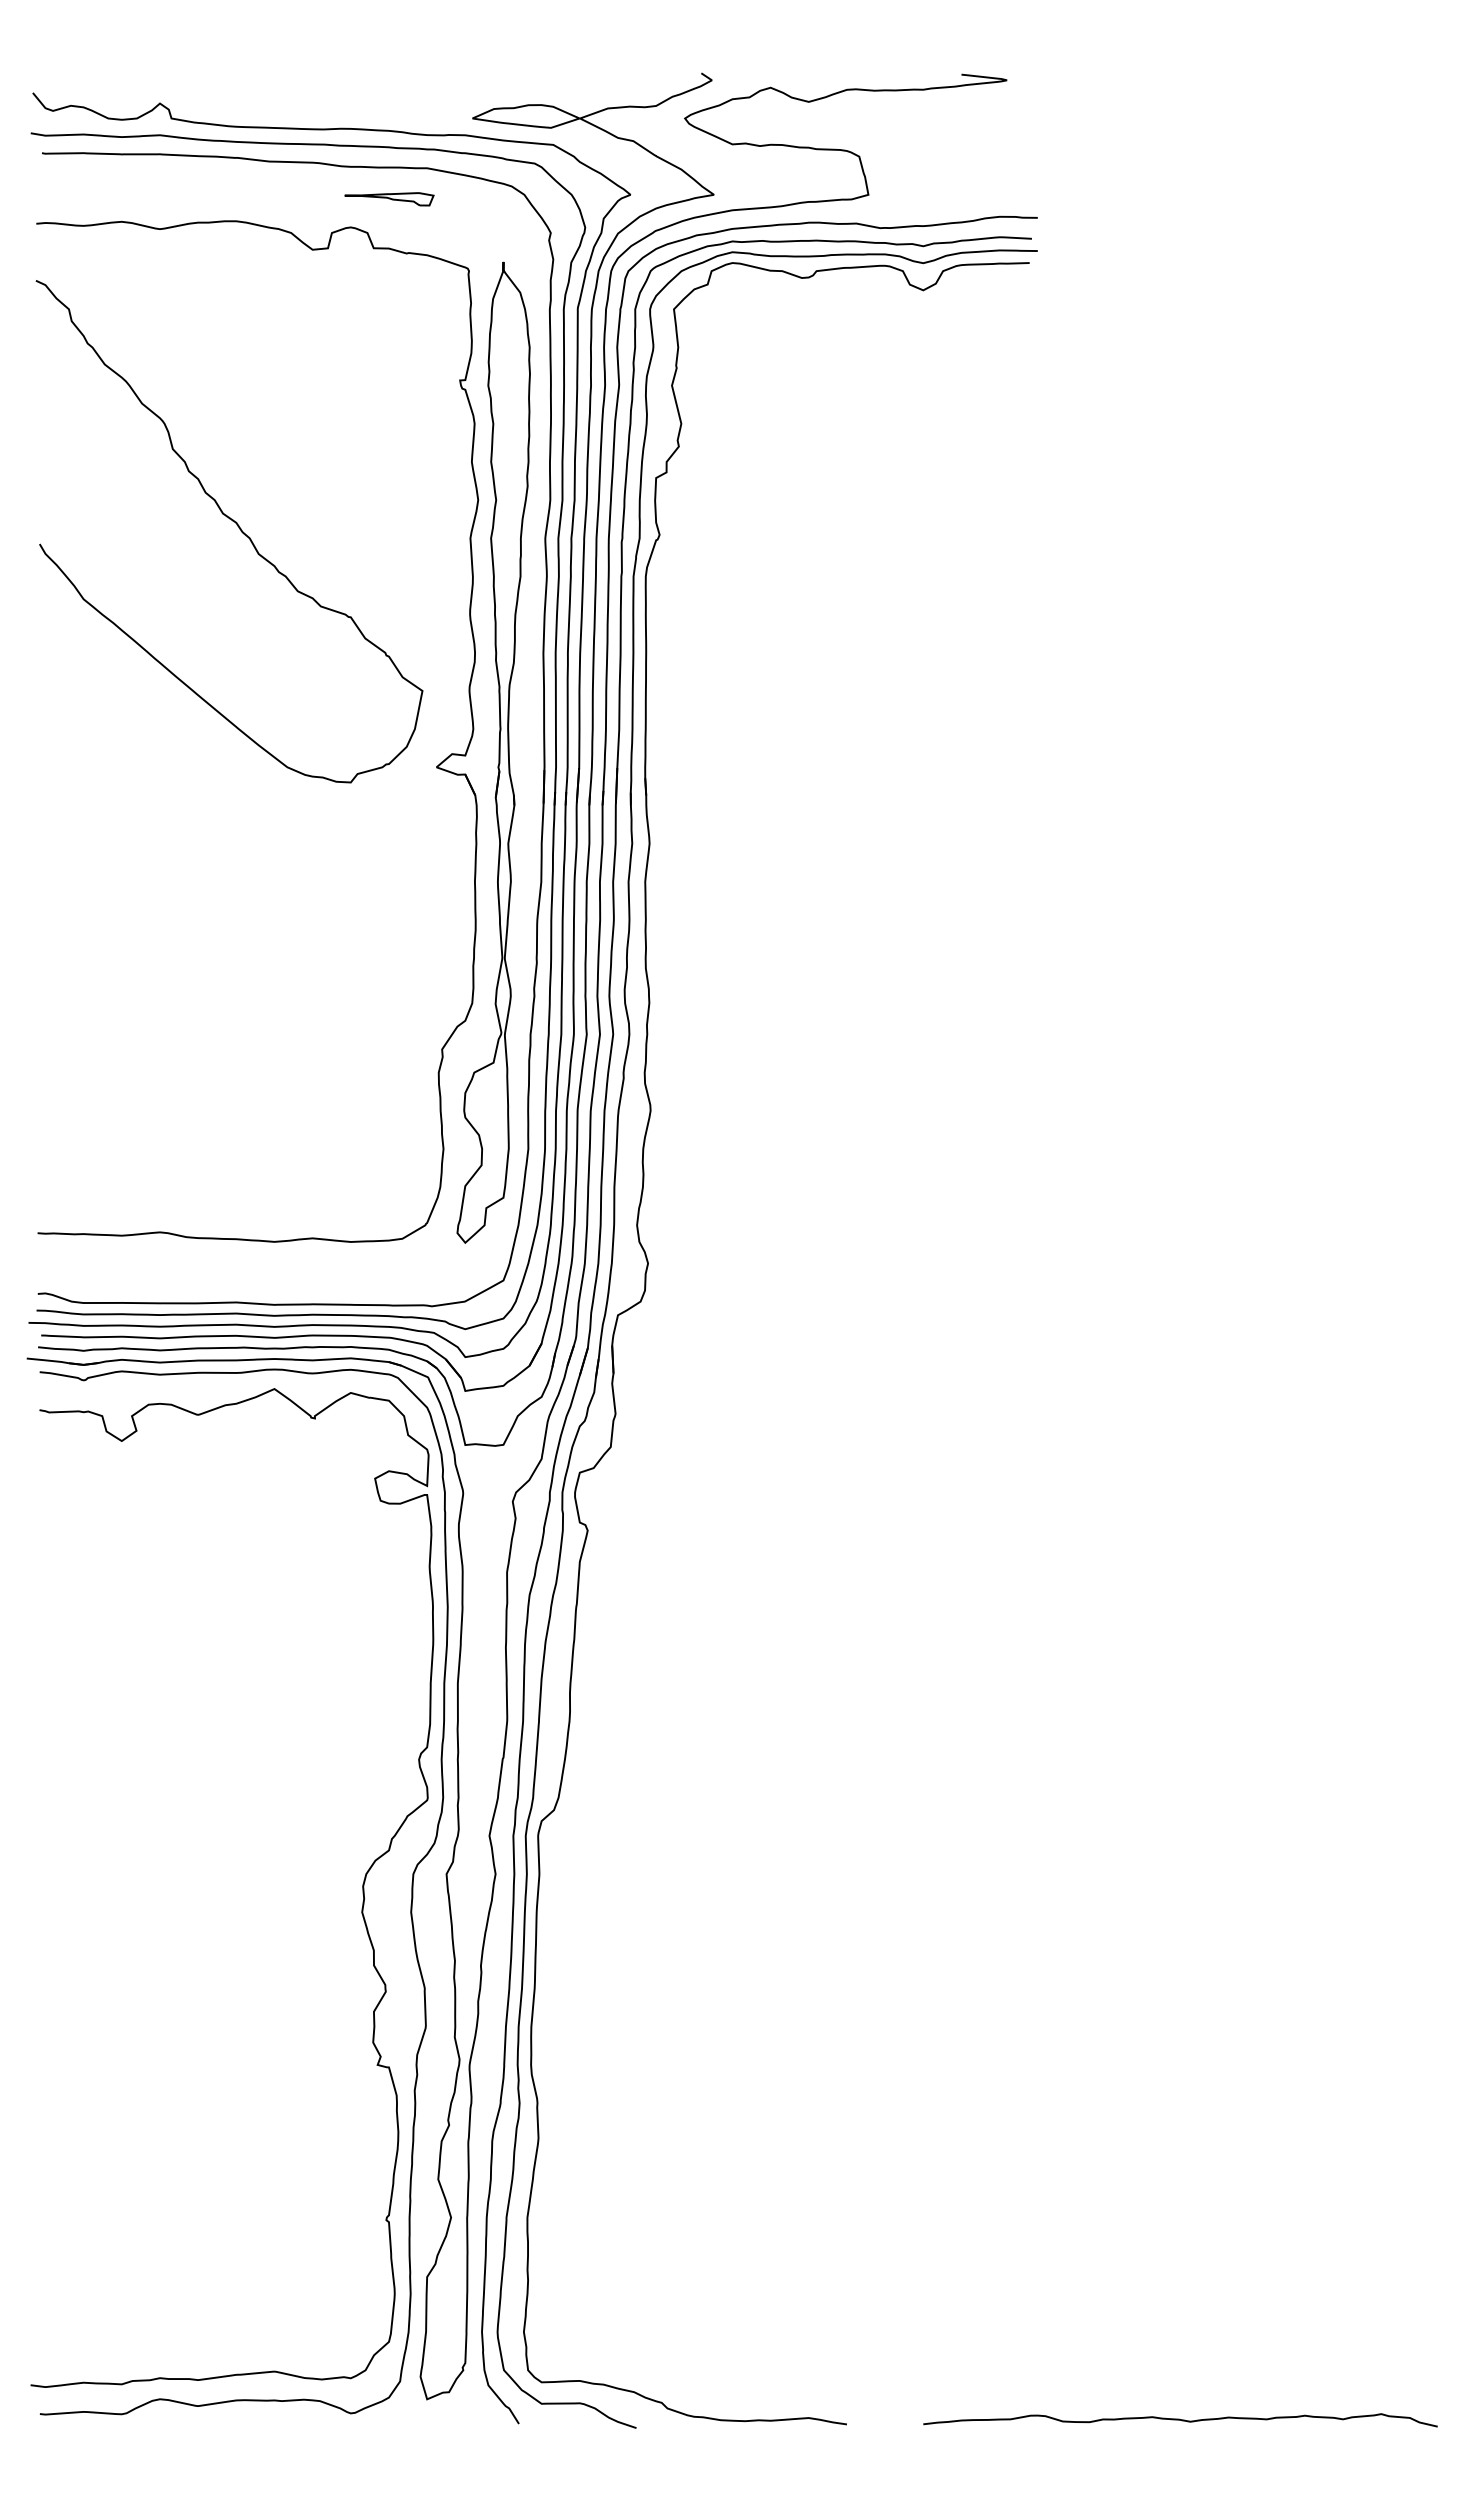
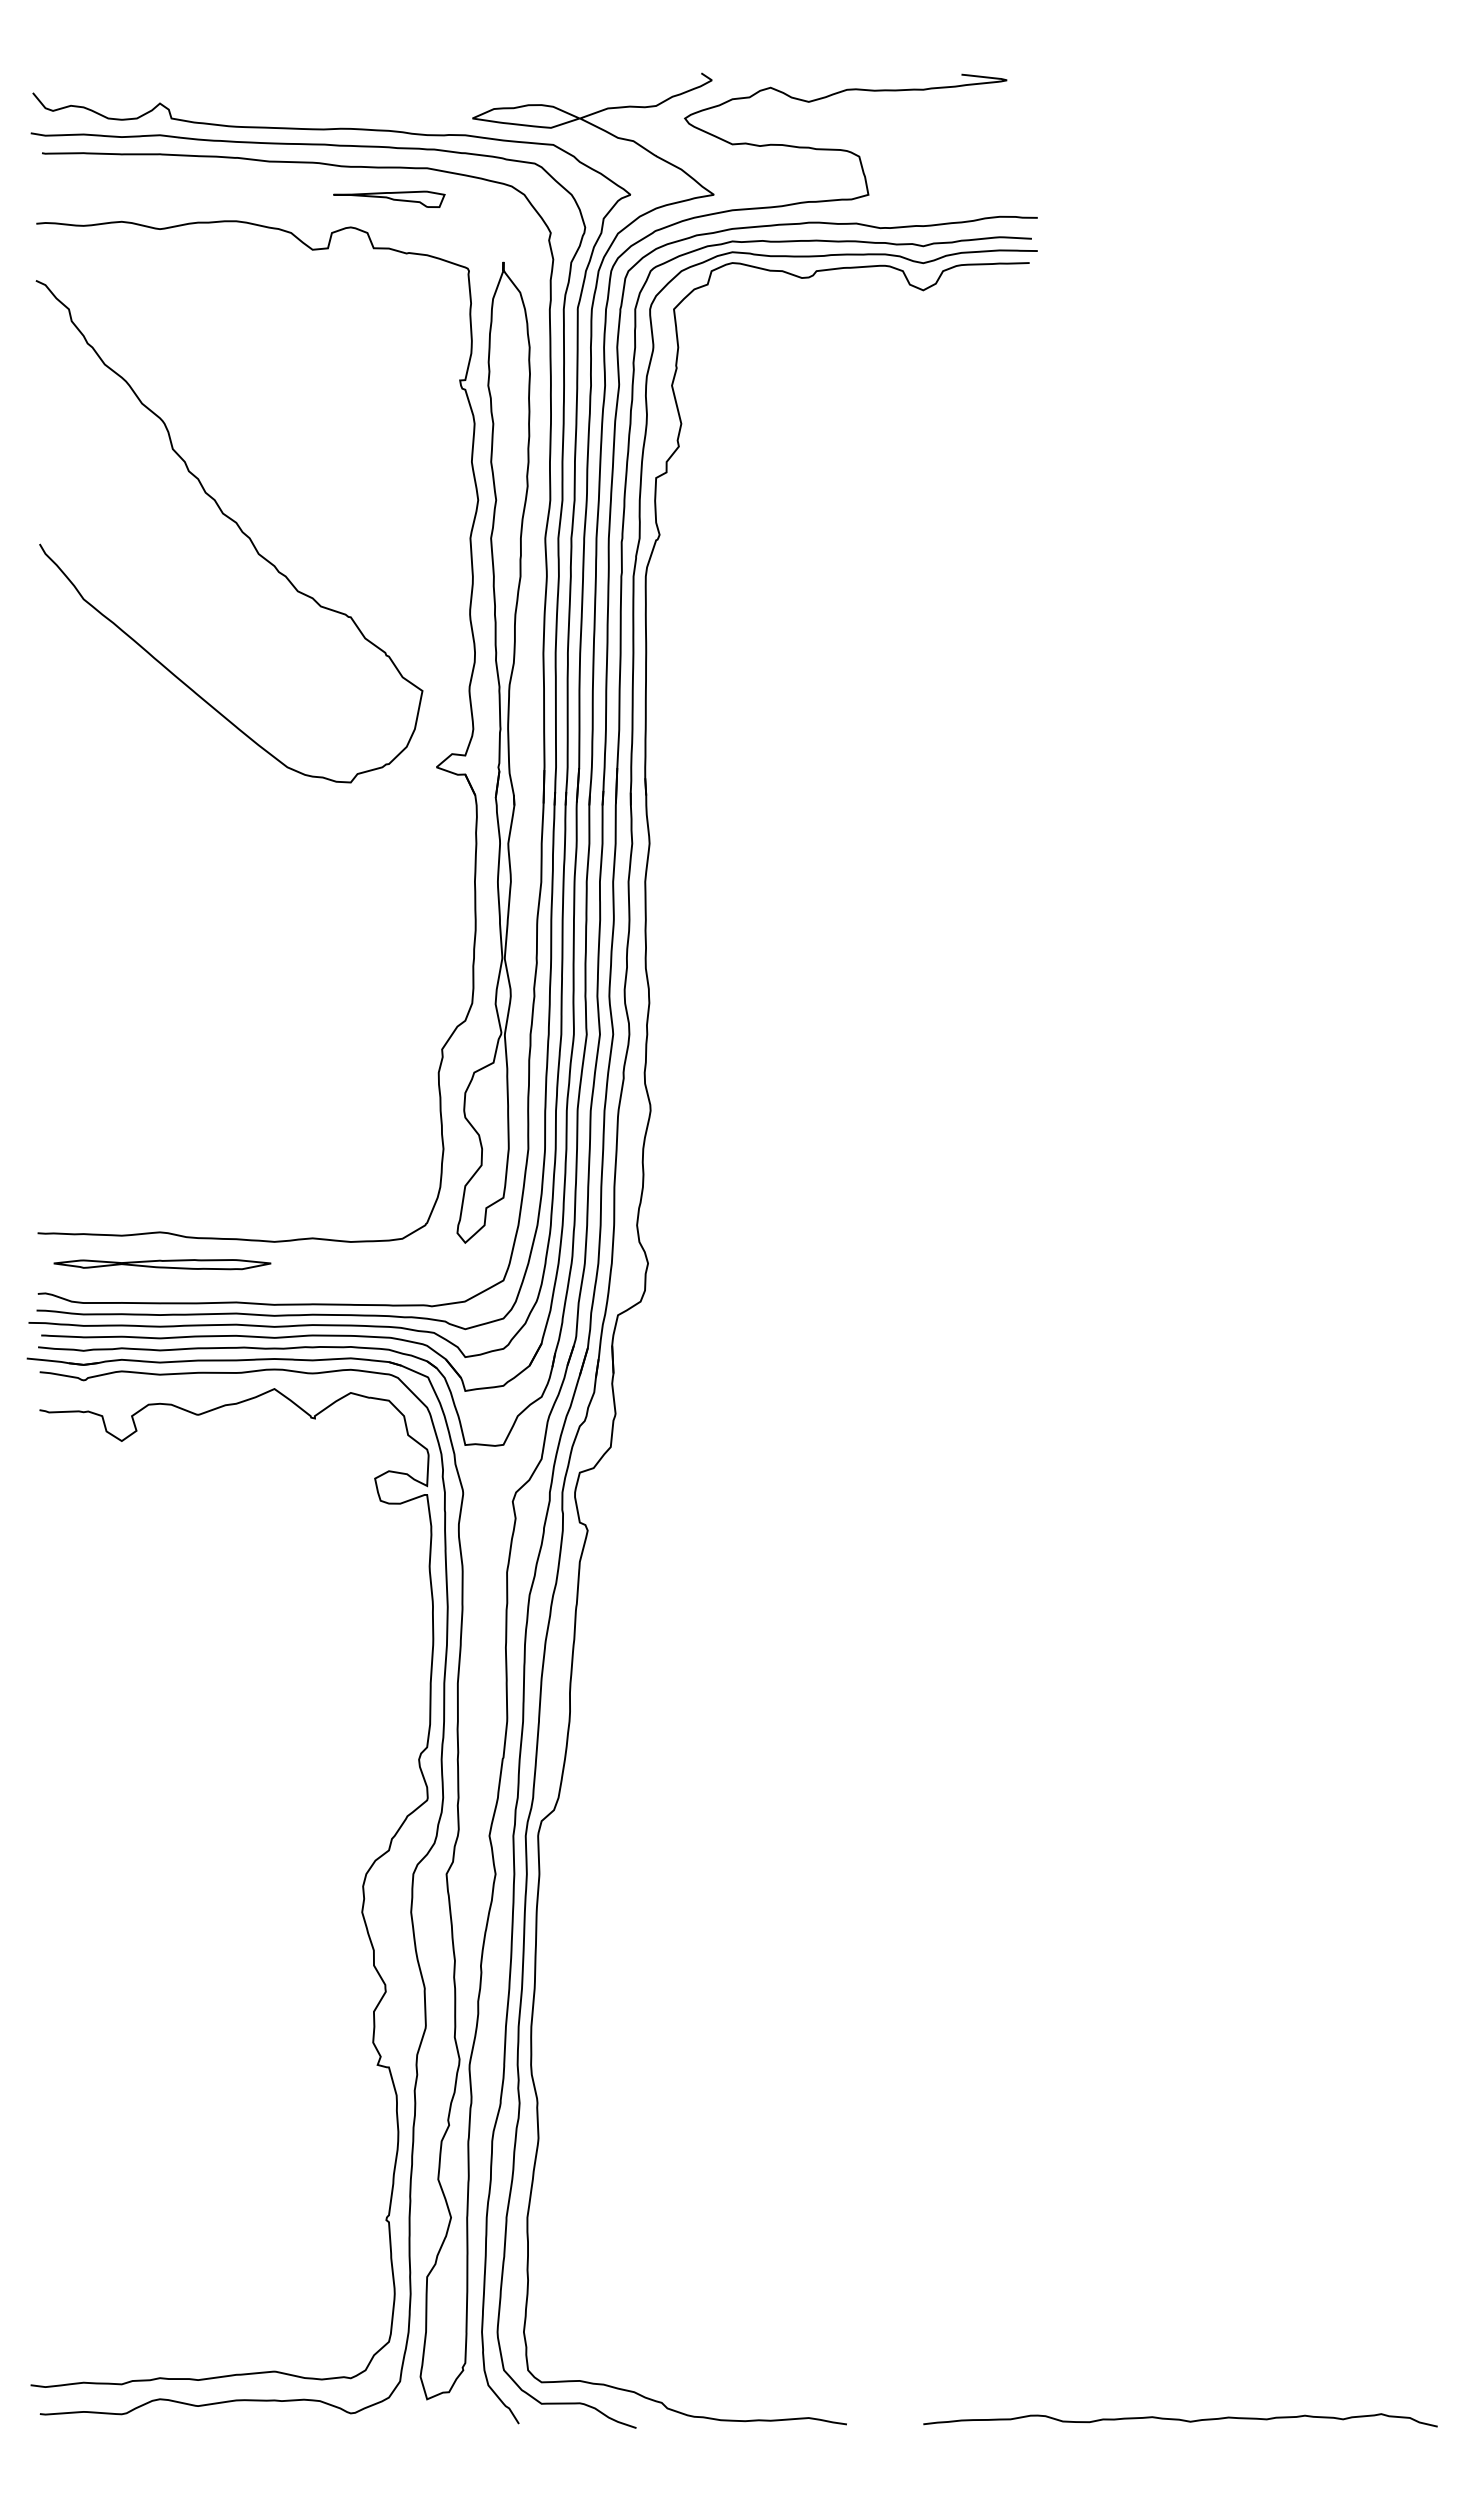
part at (389, 199) size: 91x15 px -> 113x18 px
part at (162, 1264): none -> present
